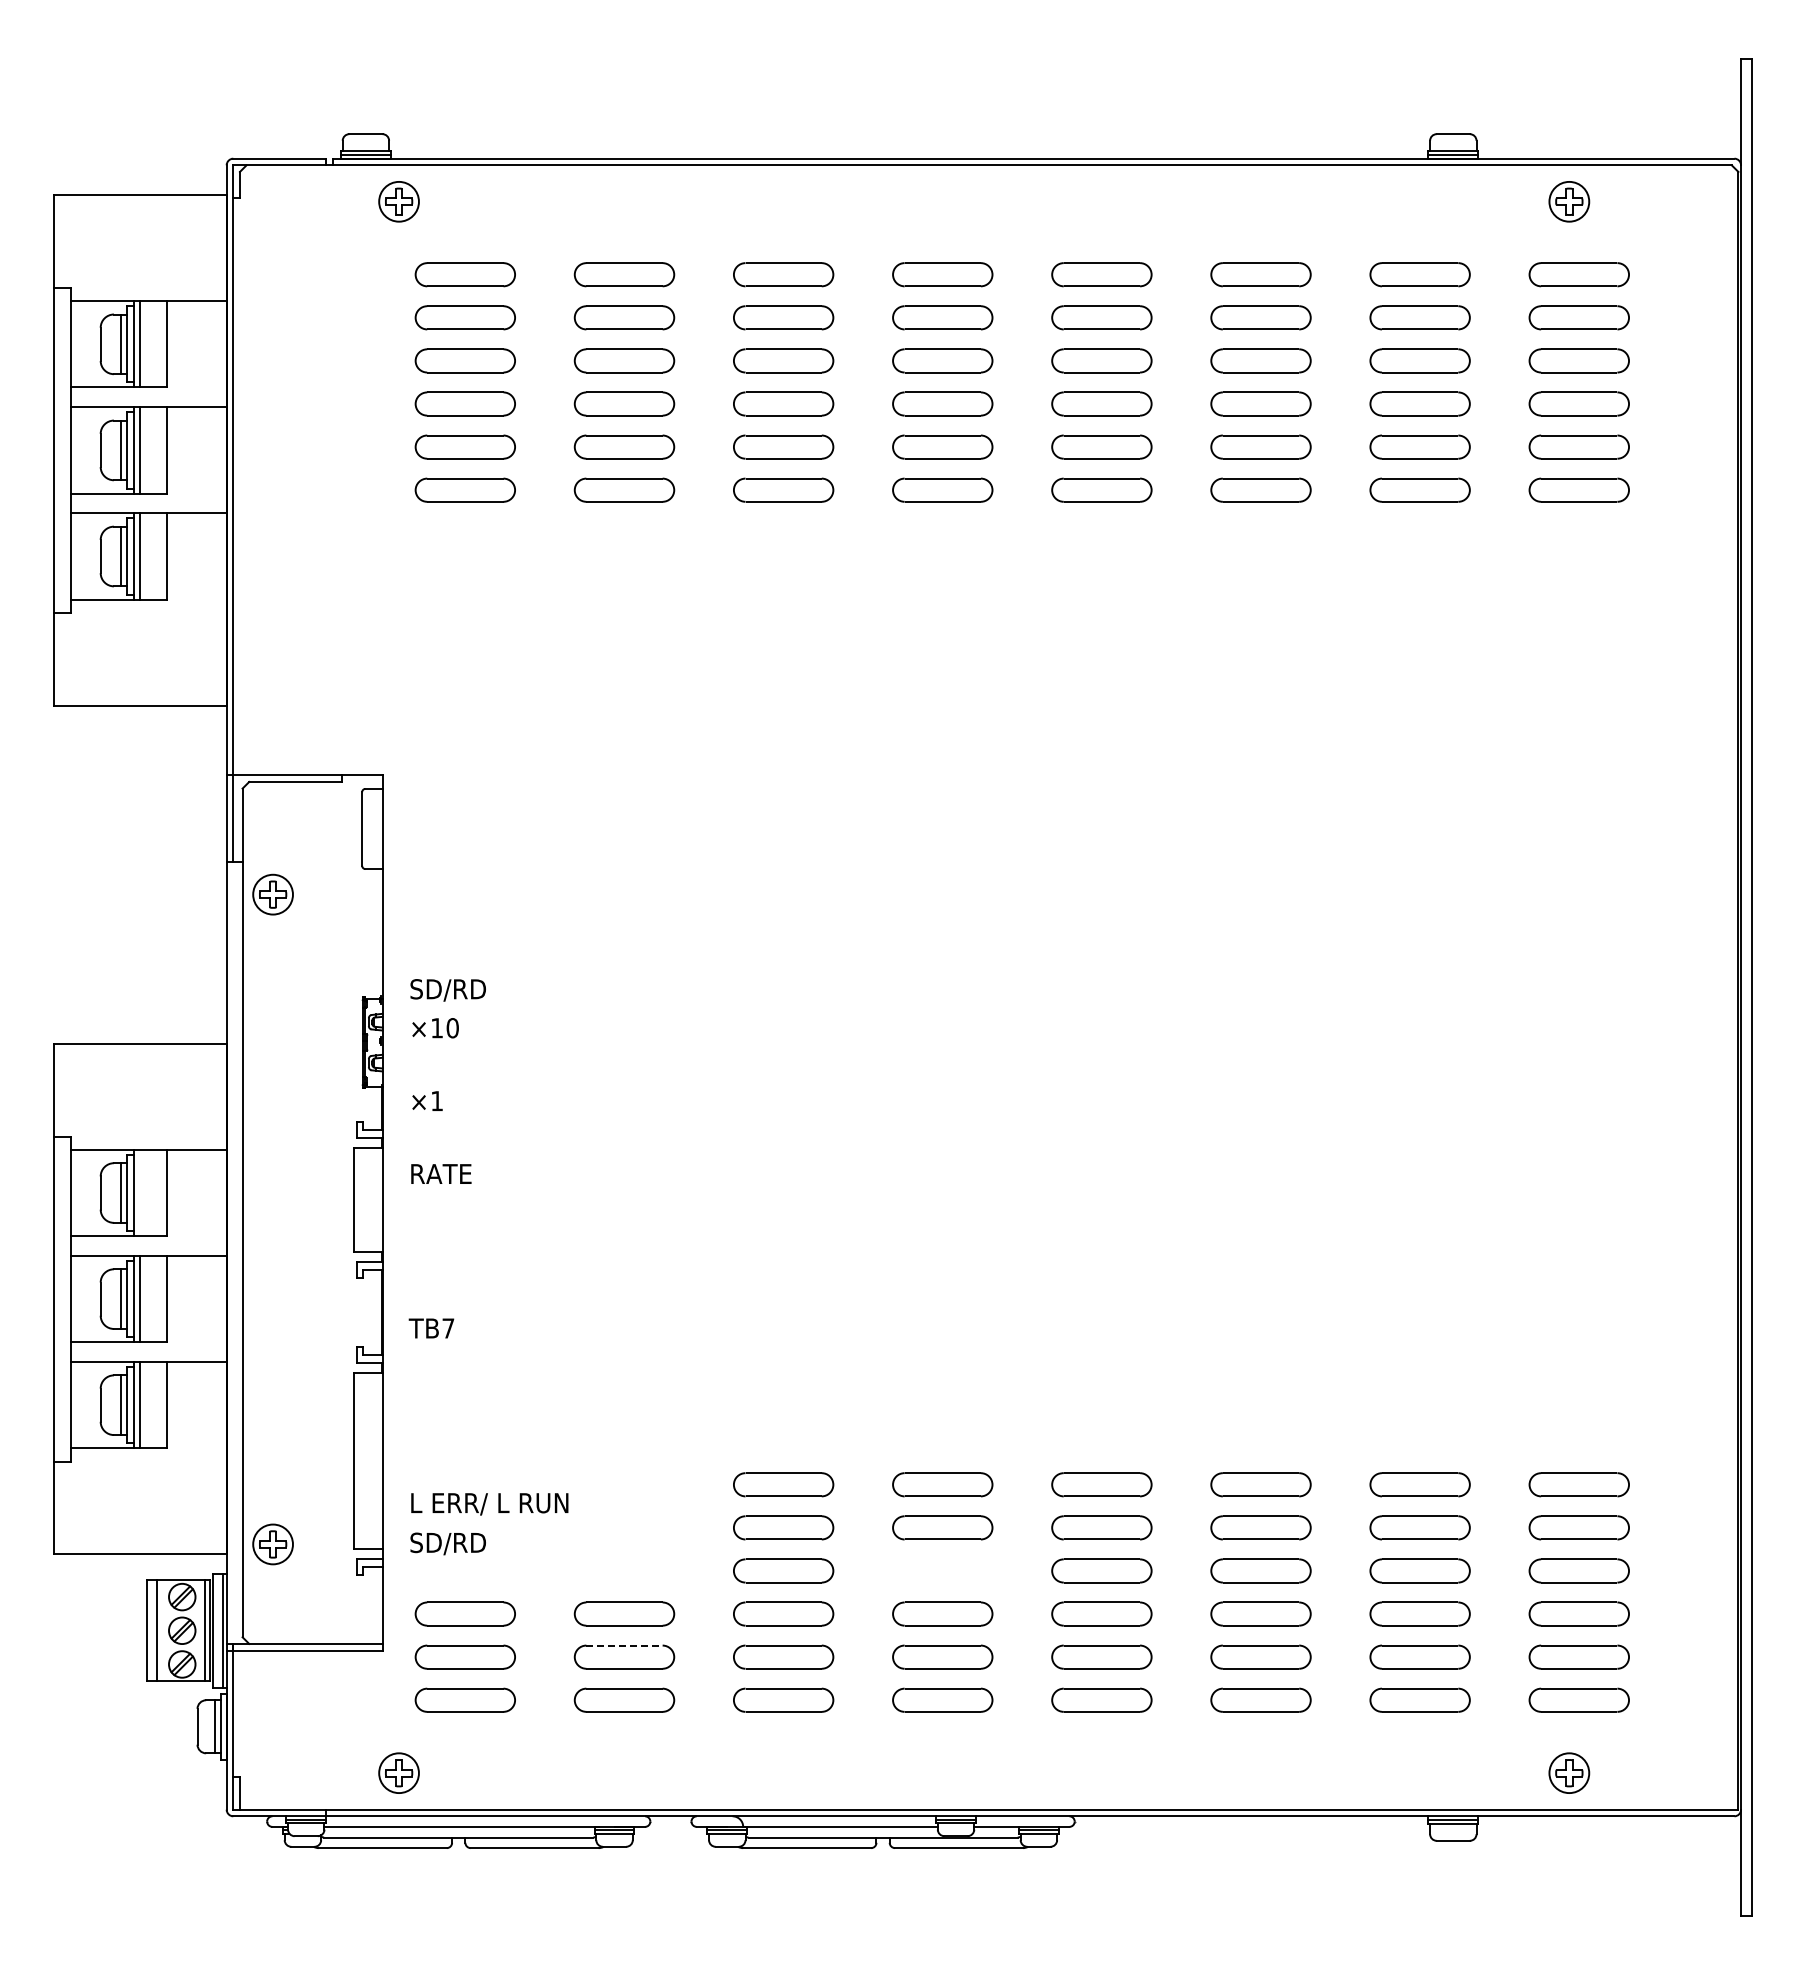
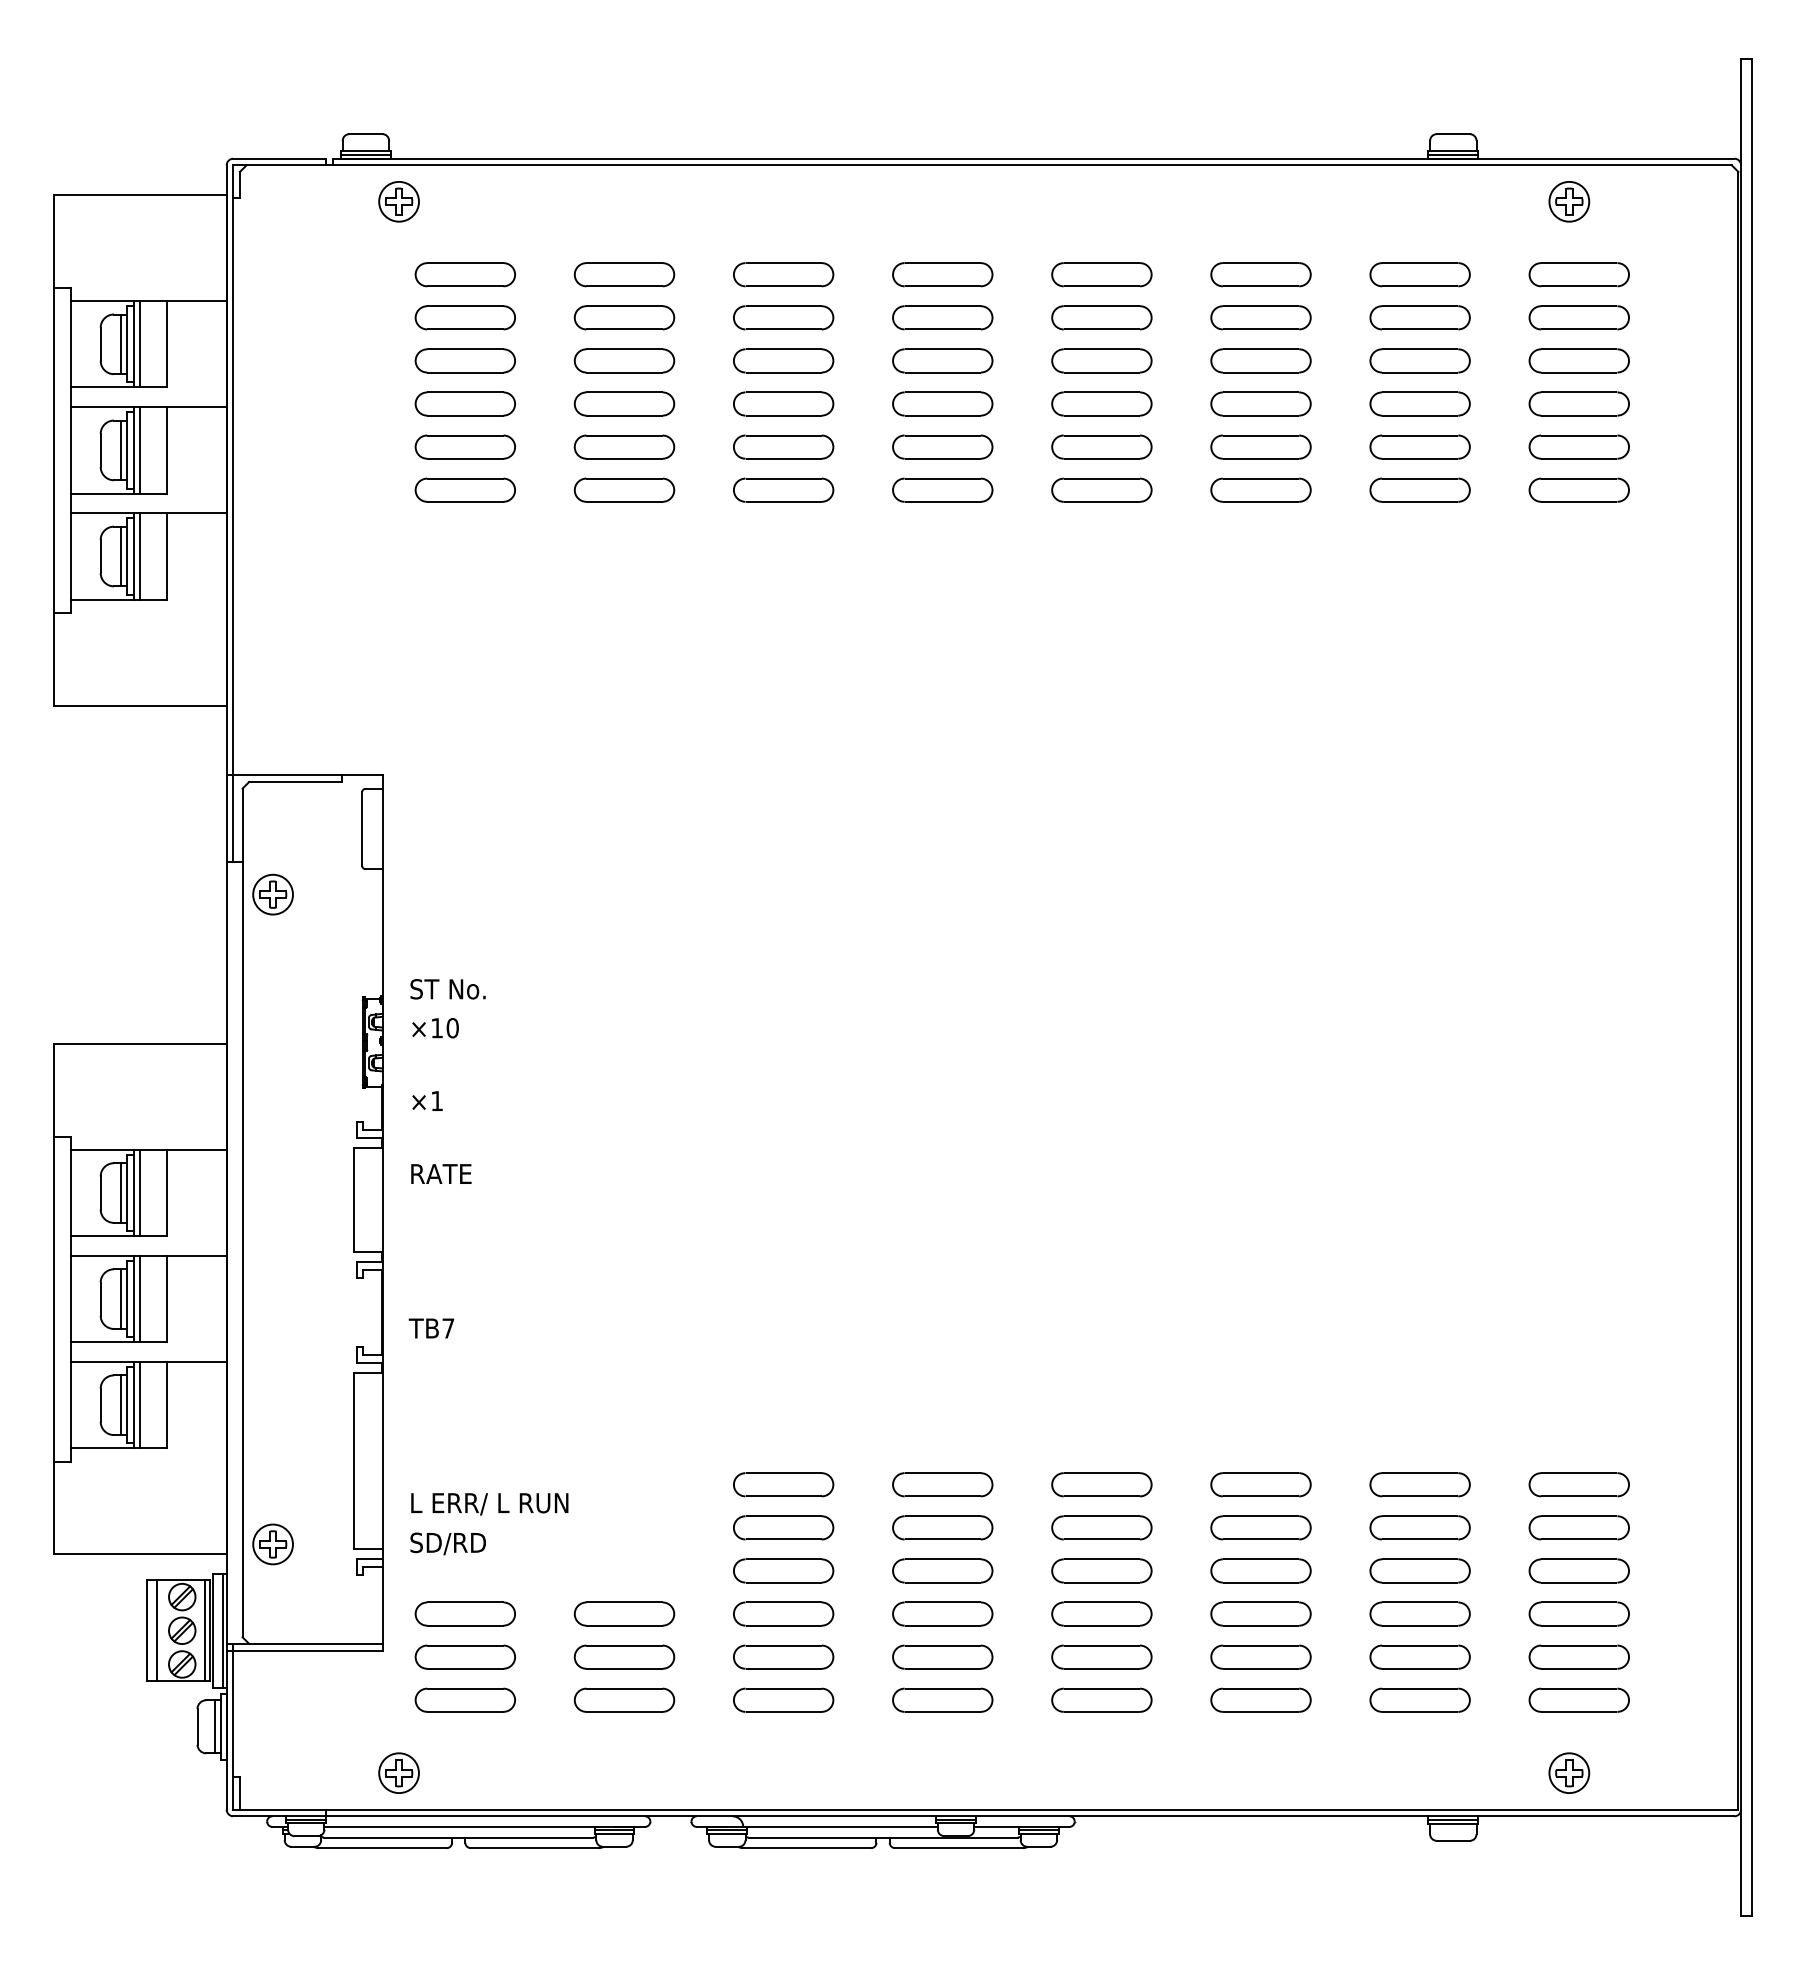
text at (454, 990): SD/RD -> ST No.
line at (140, 1192): none -> present
part at (942, 1570): none -> present
line at (625, 1645): dashed -> solid
